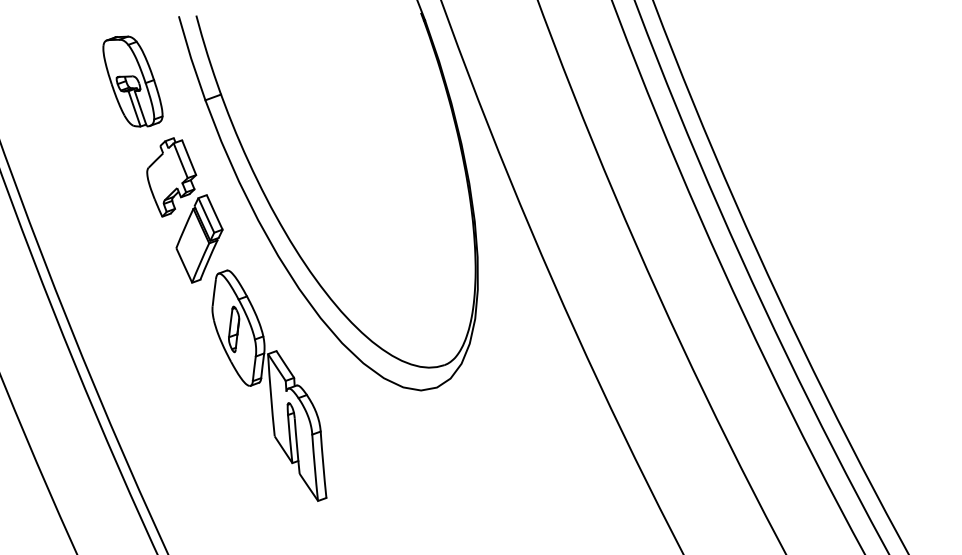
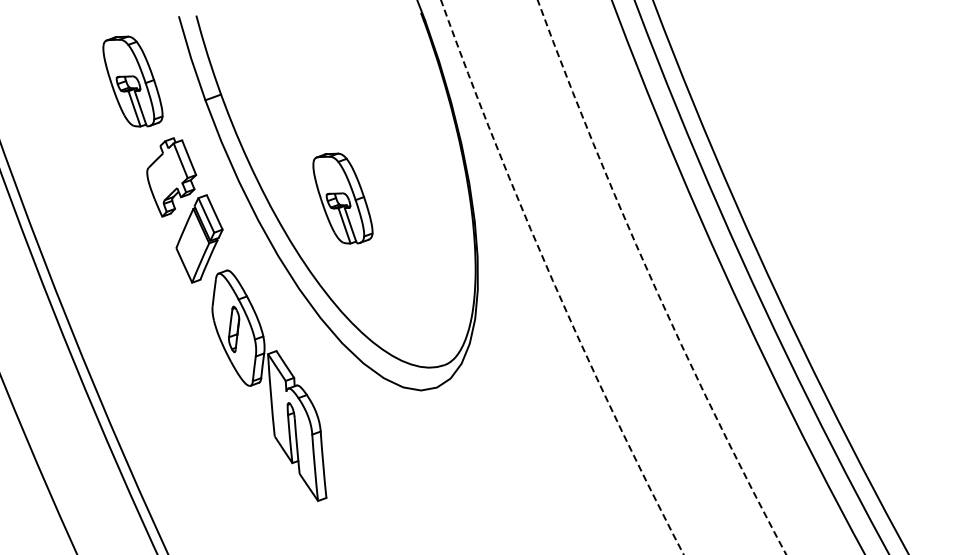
part at (342, 198): none -> present
circle at (562, 277): solid -> dashed
circle at (661, 277): solid -> dashed
